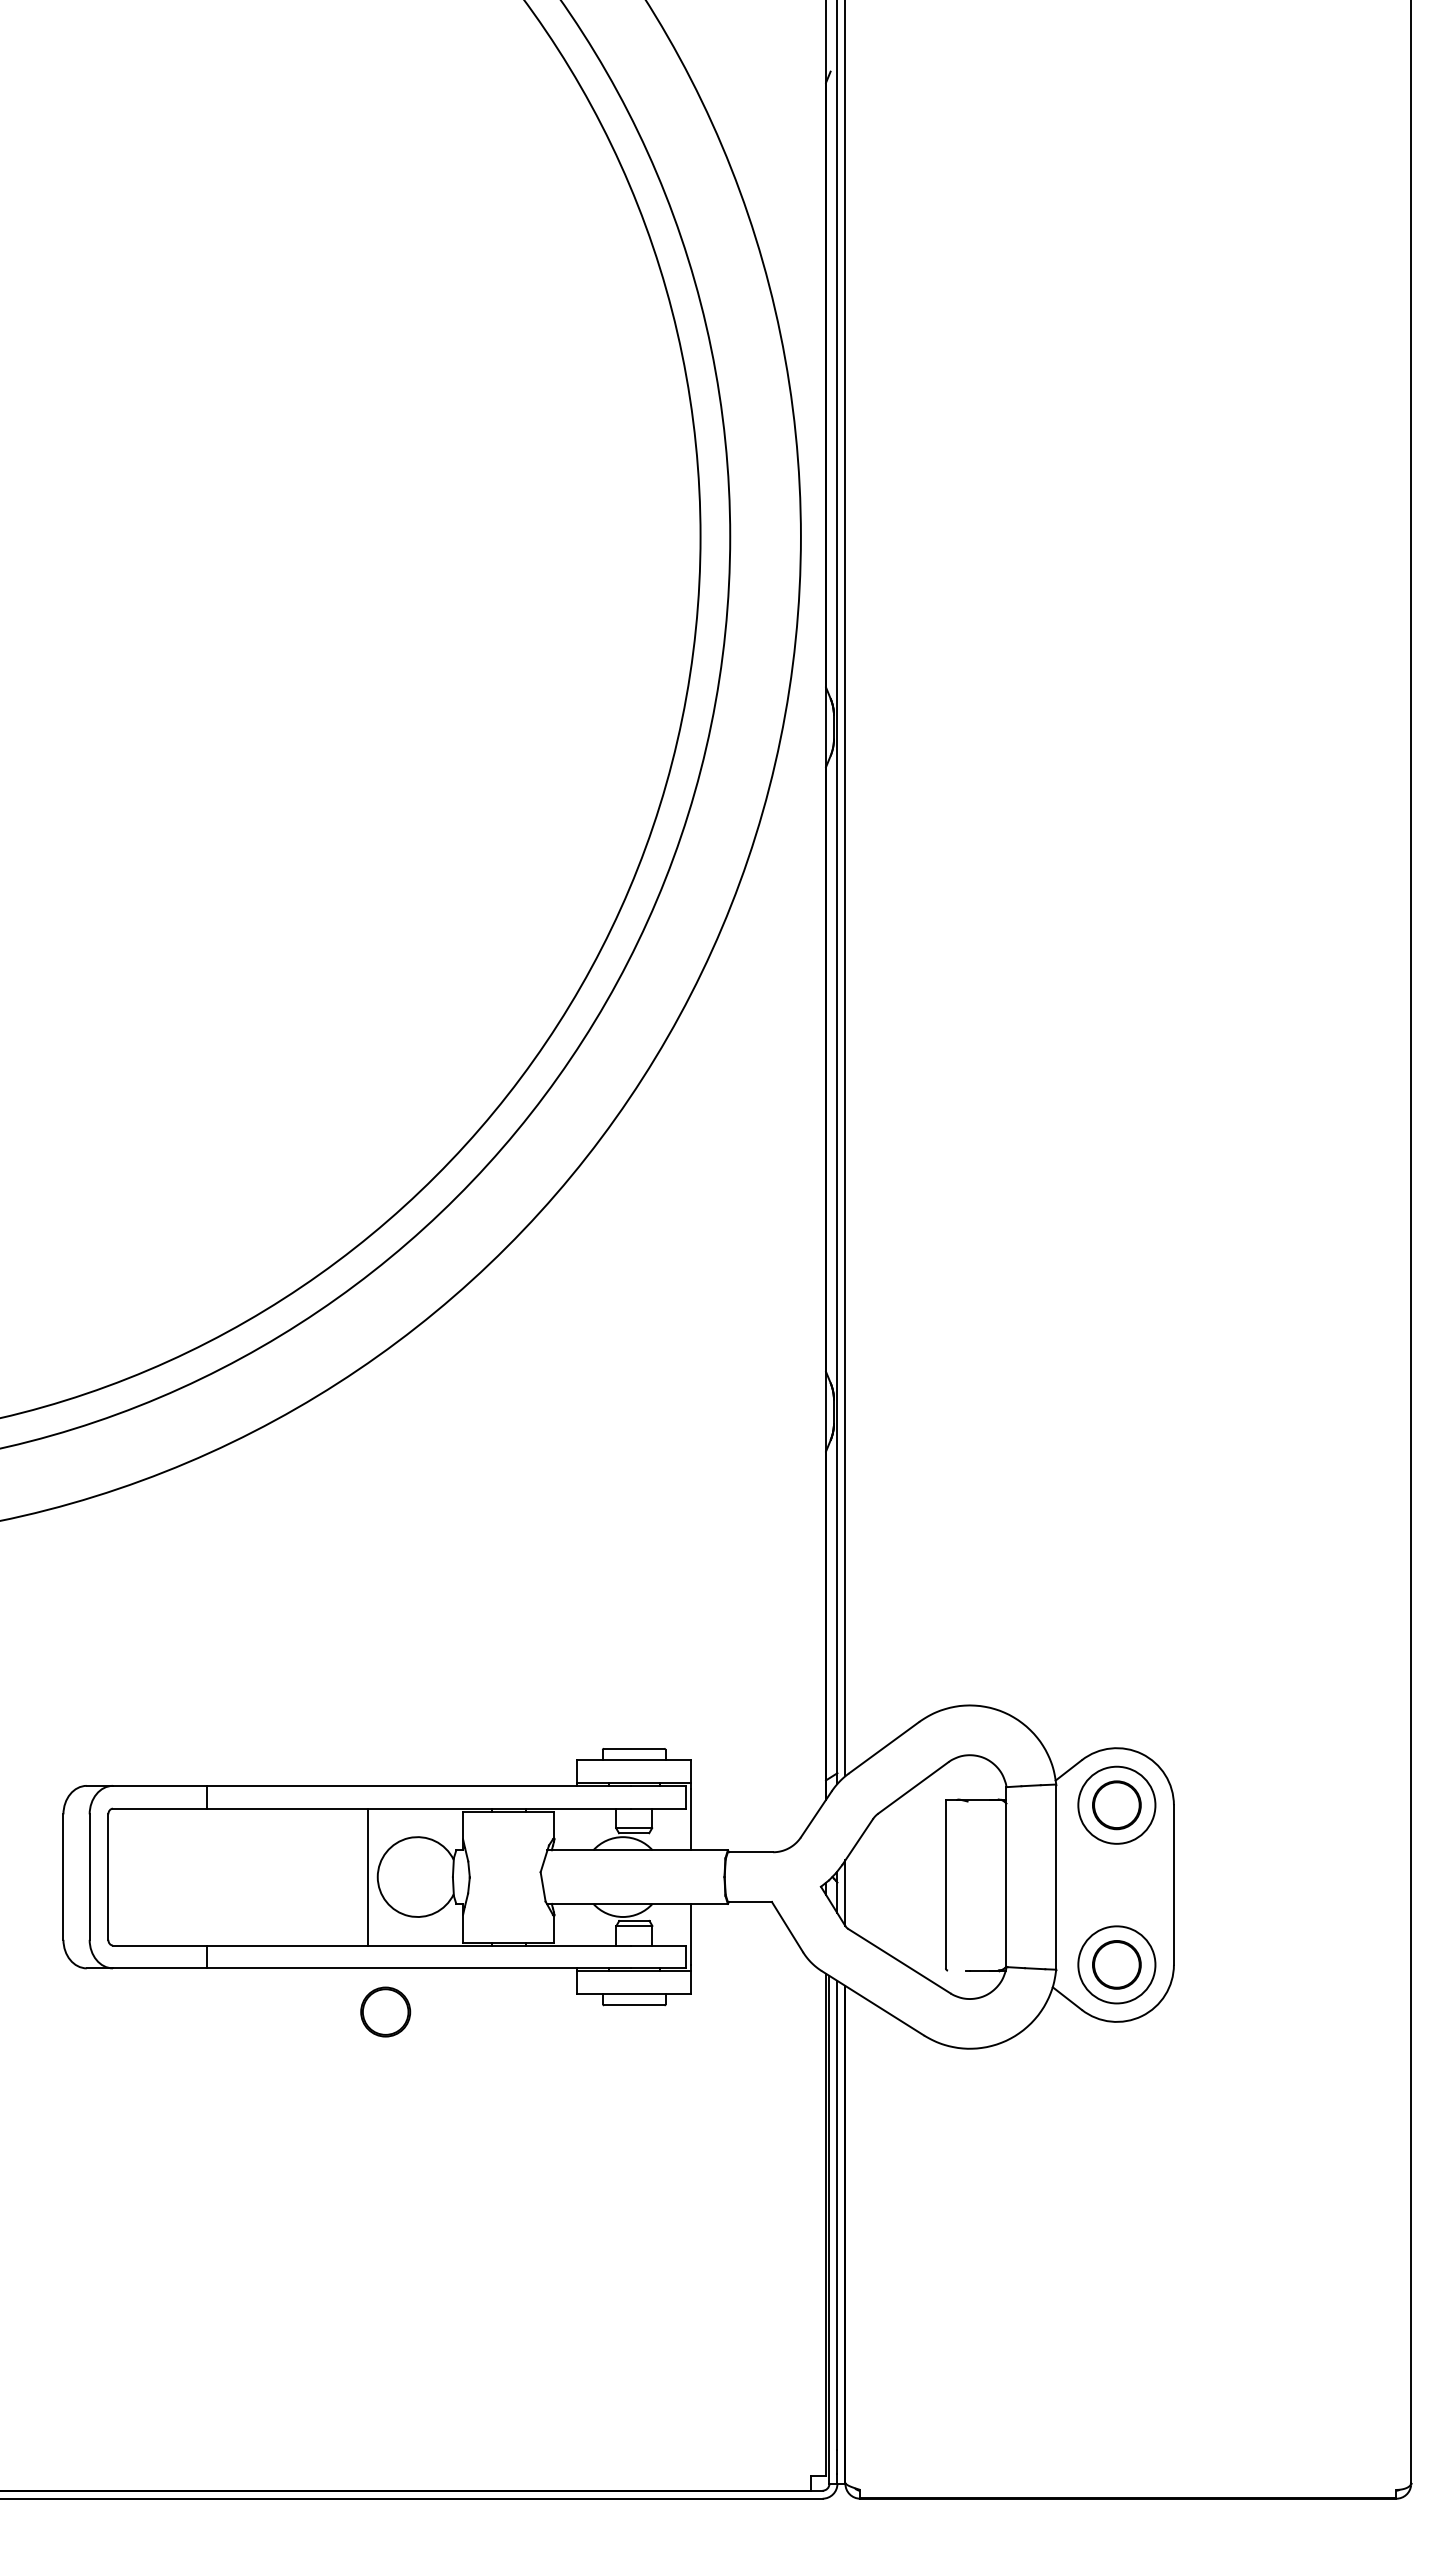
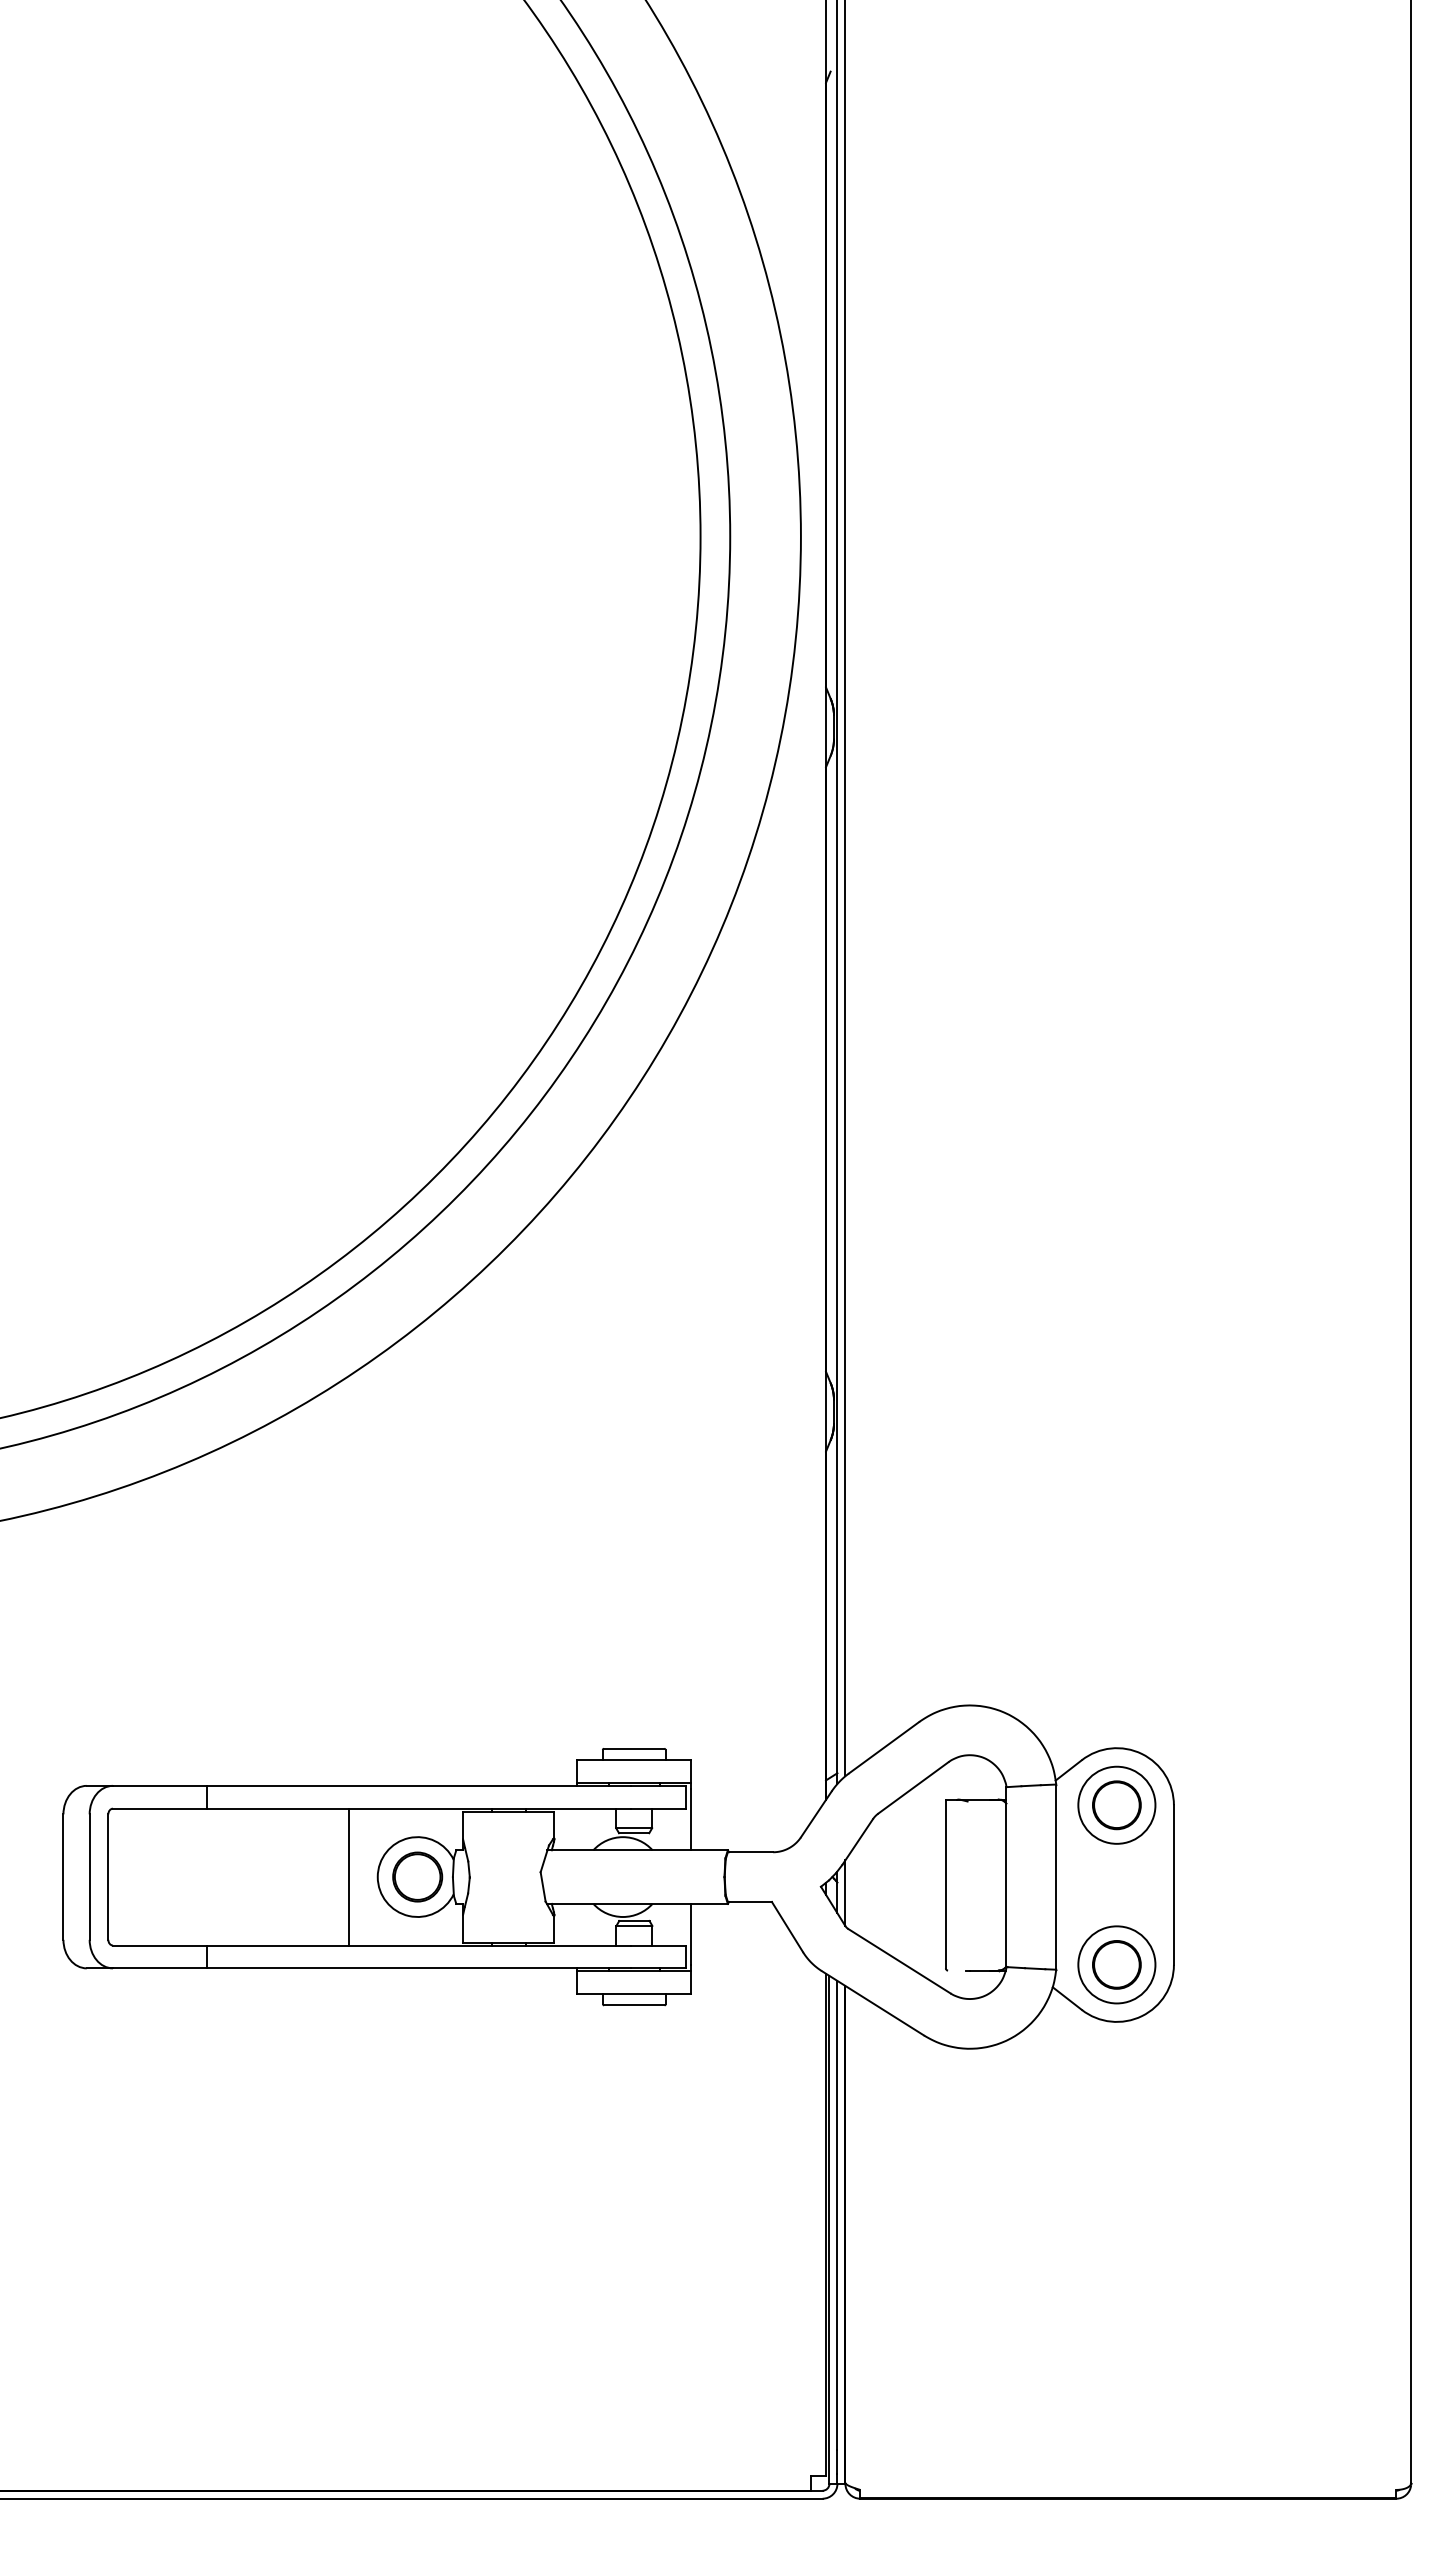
line at (368, 1876) position: (368, 1876) -> (349, 1876)
part at (385, 2011) position: (385, 2011) -> (417, 1876)
